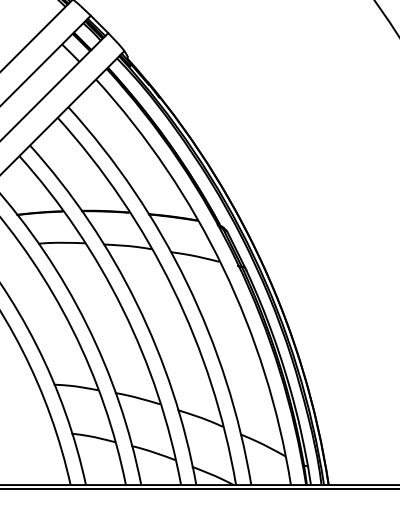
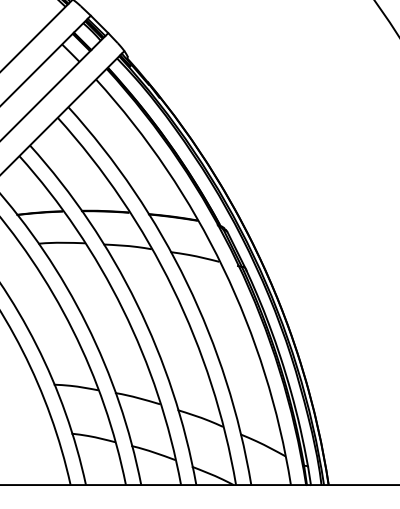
line at (199, 489): present -> none
